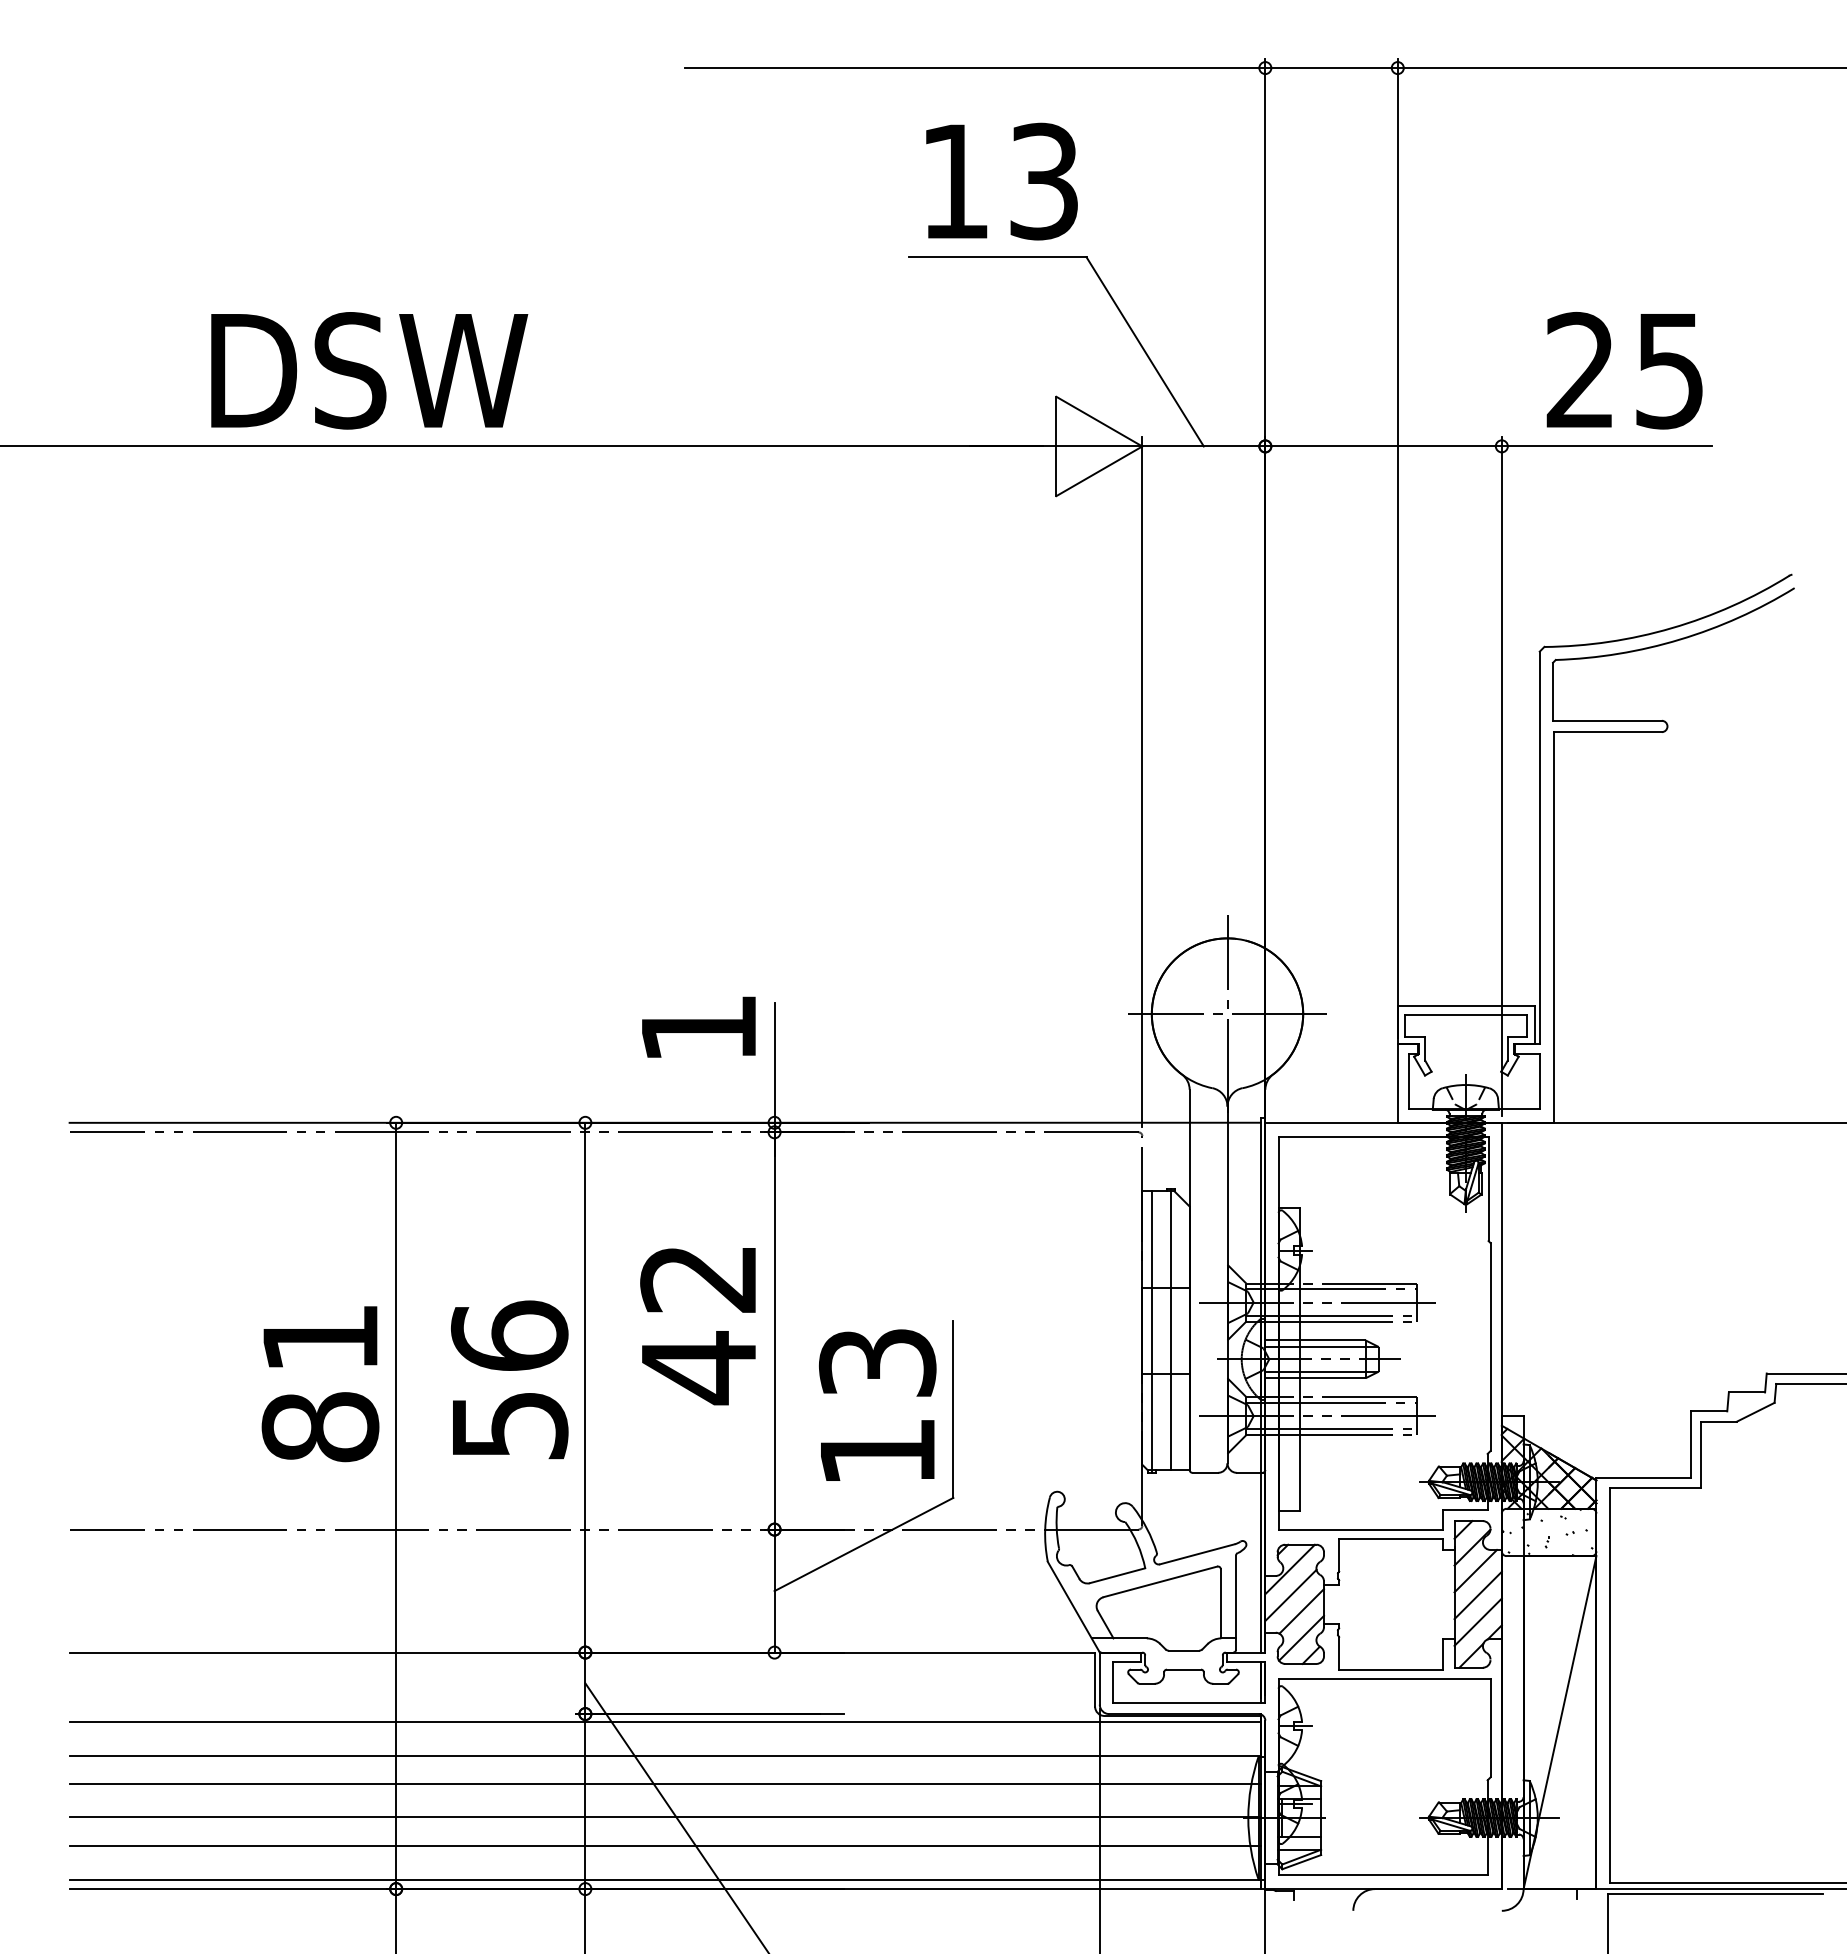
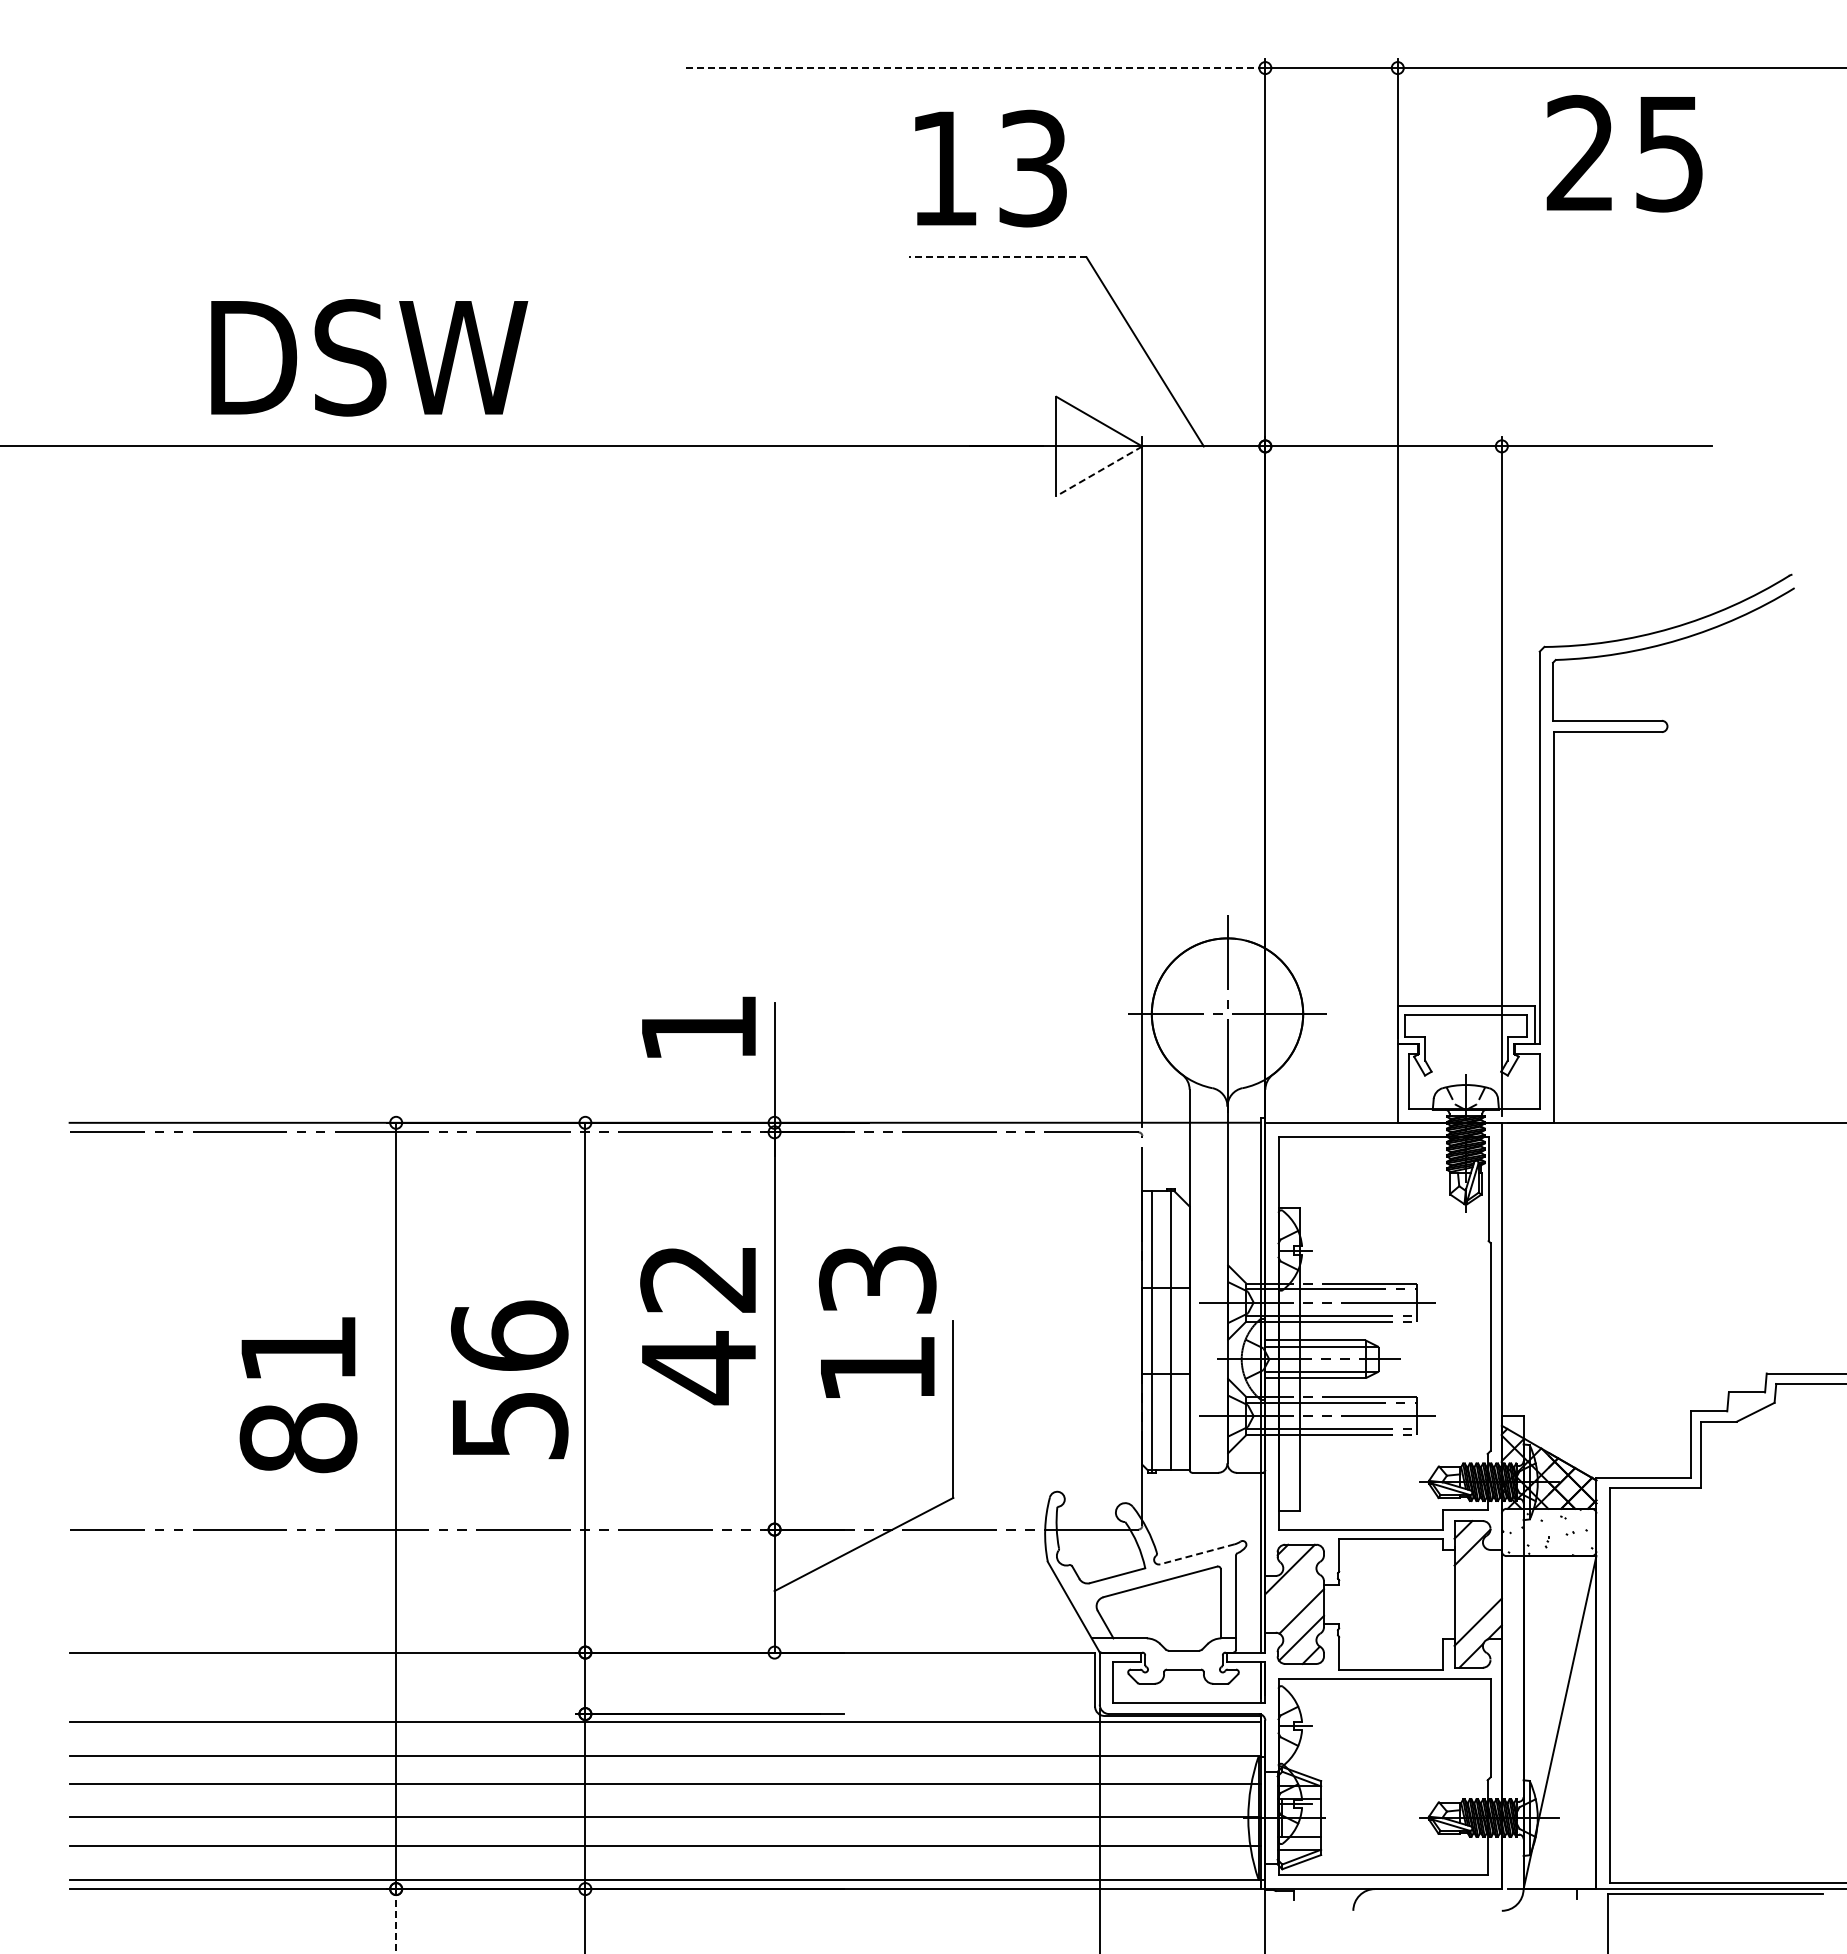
line at (975, 68): solid -> dashed
text at (1001, 181) position: (1001, 181) -> (990, 168)
line at (997, 257): solid -> dashed
text at (369, 370) position: (369, 370) -> (369, 357)
text at (1624, 370) position: (1624, 370) -> (1624, 153)
line at (1099, 471): solid -> dashed
text at (320, 1384) position: (320, 1384) -> (298, 1395)
text at (877, 1404) position: (877, 1404) -> (877, 1321)
line at (1197, 1554): solid -> dashed
line at (1475, 1570): present -> none
line at (1290, 1595): present -> none
line at (1477, 1595): present -> none
line at (675, 1816): present -> none
line at (396, 1921): solid -> dashed
